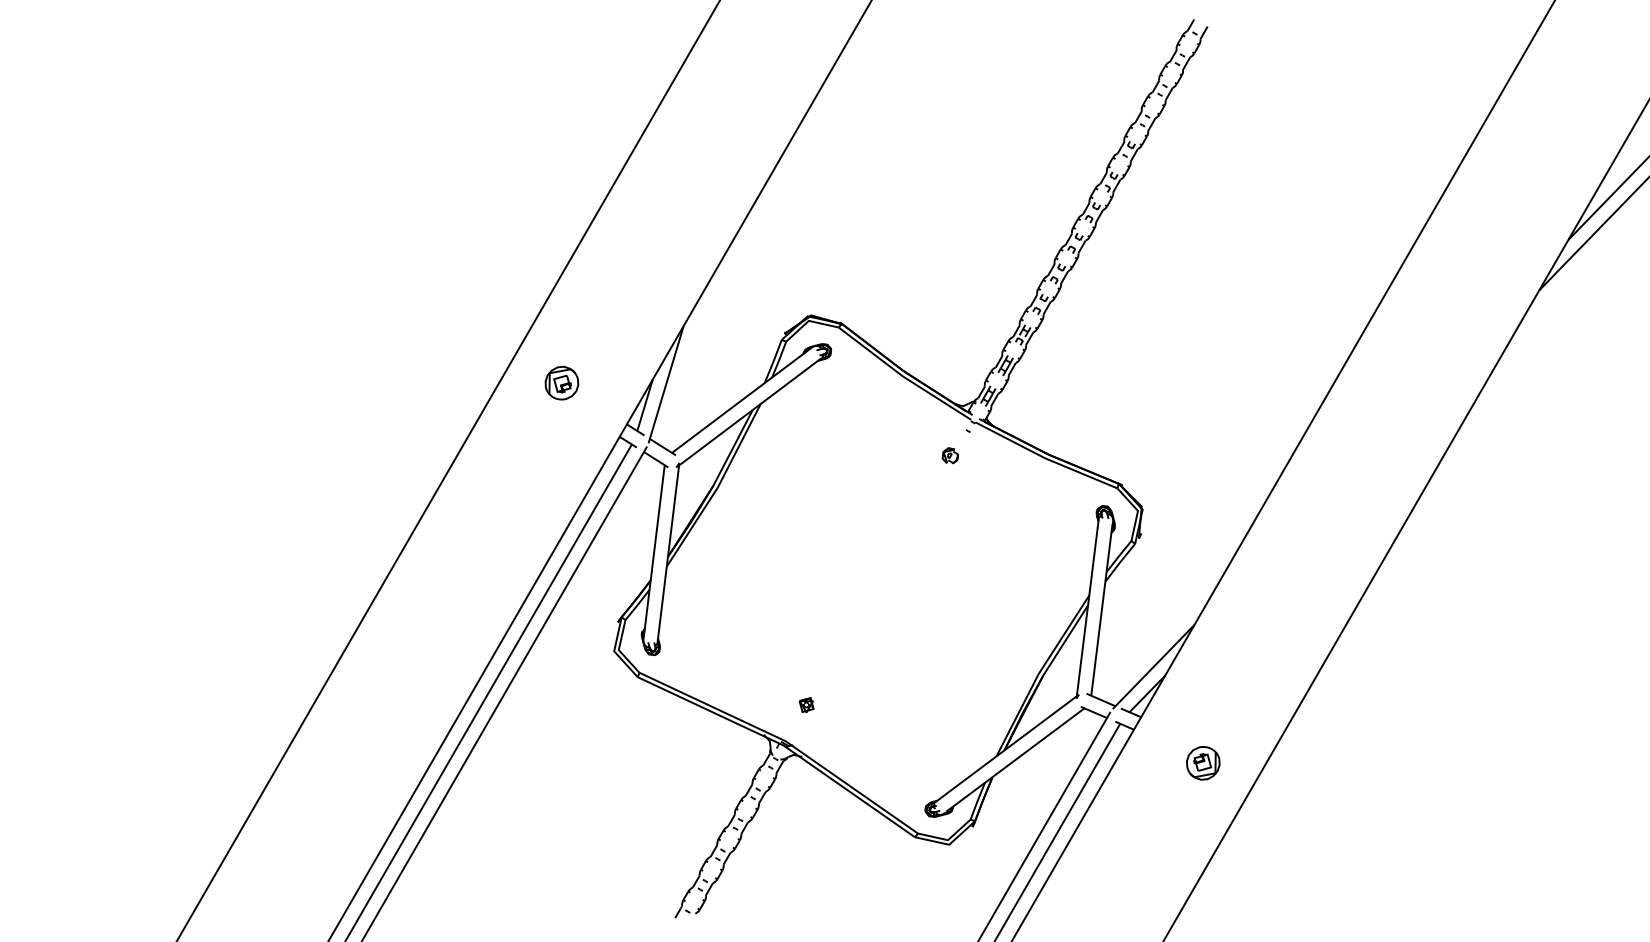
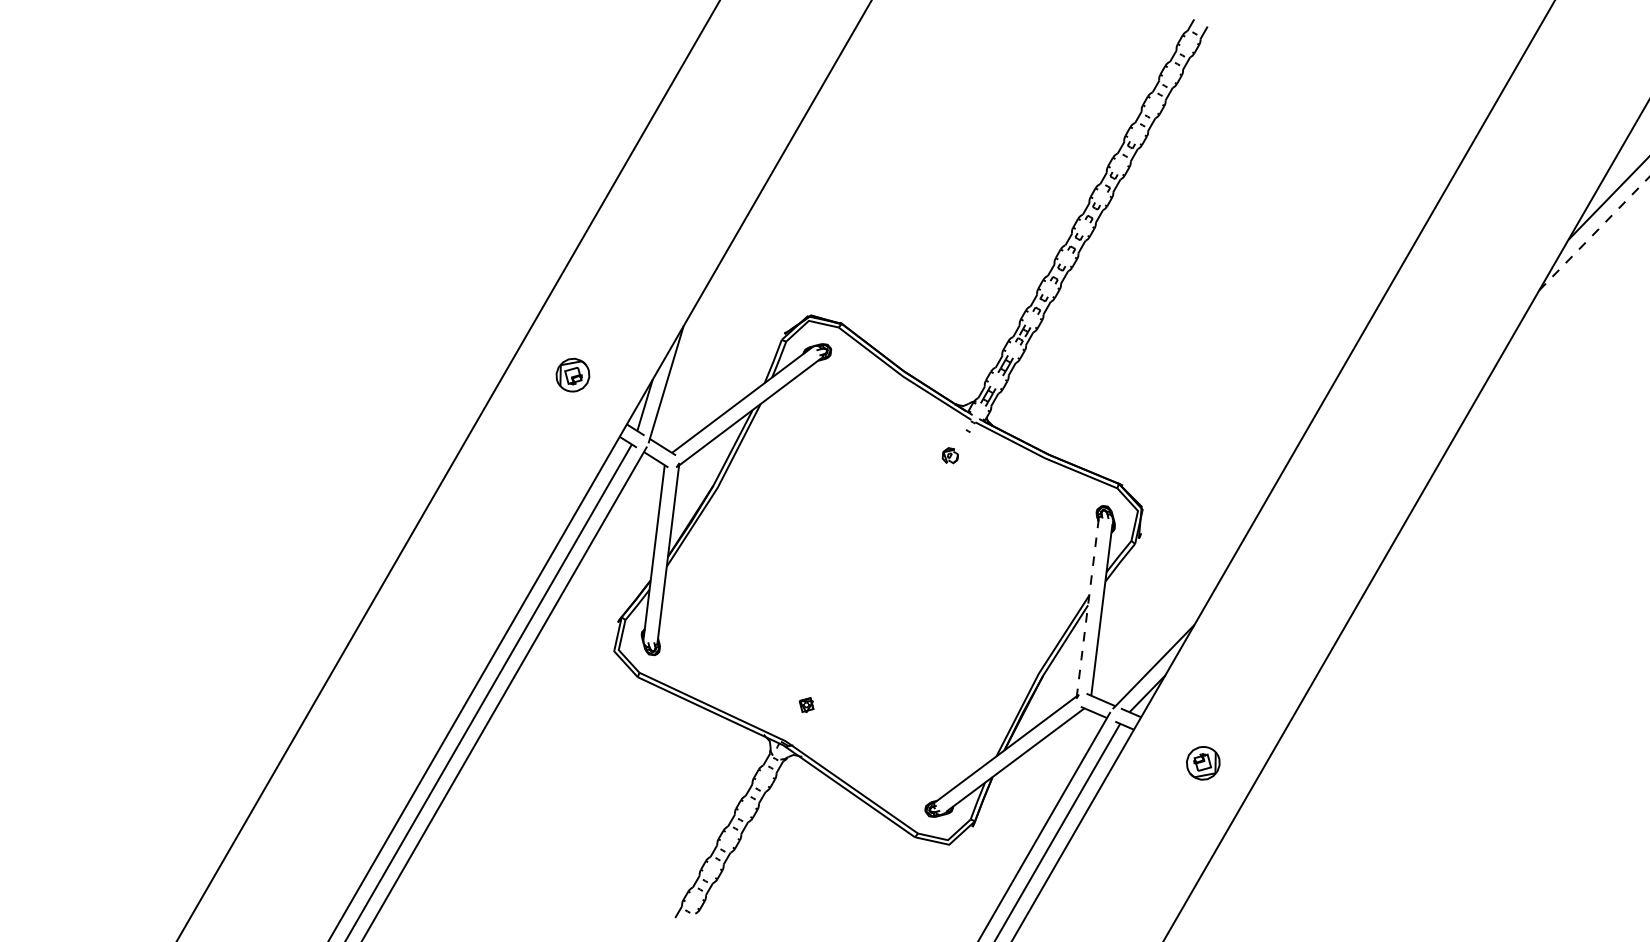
line at (1594, 233): solid -> dashed
part at (561, 382) position: (561, 382) -> (572, 374)
line at (1087, 607): solid -> dashed
